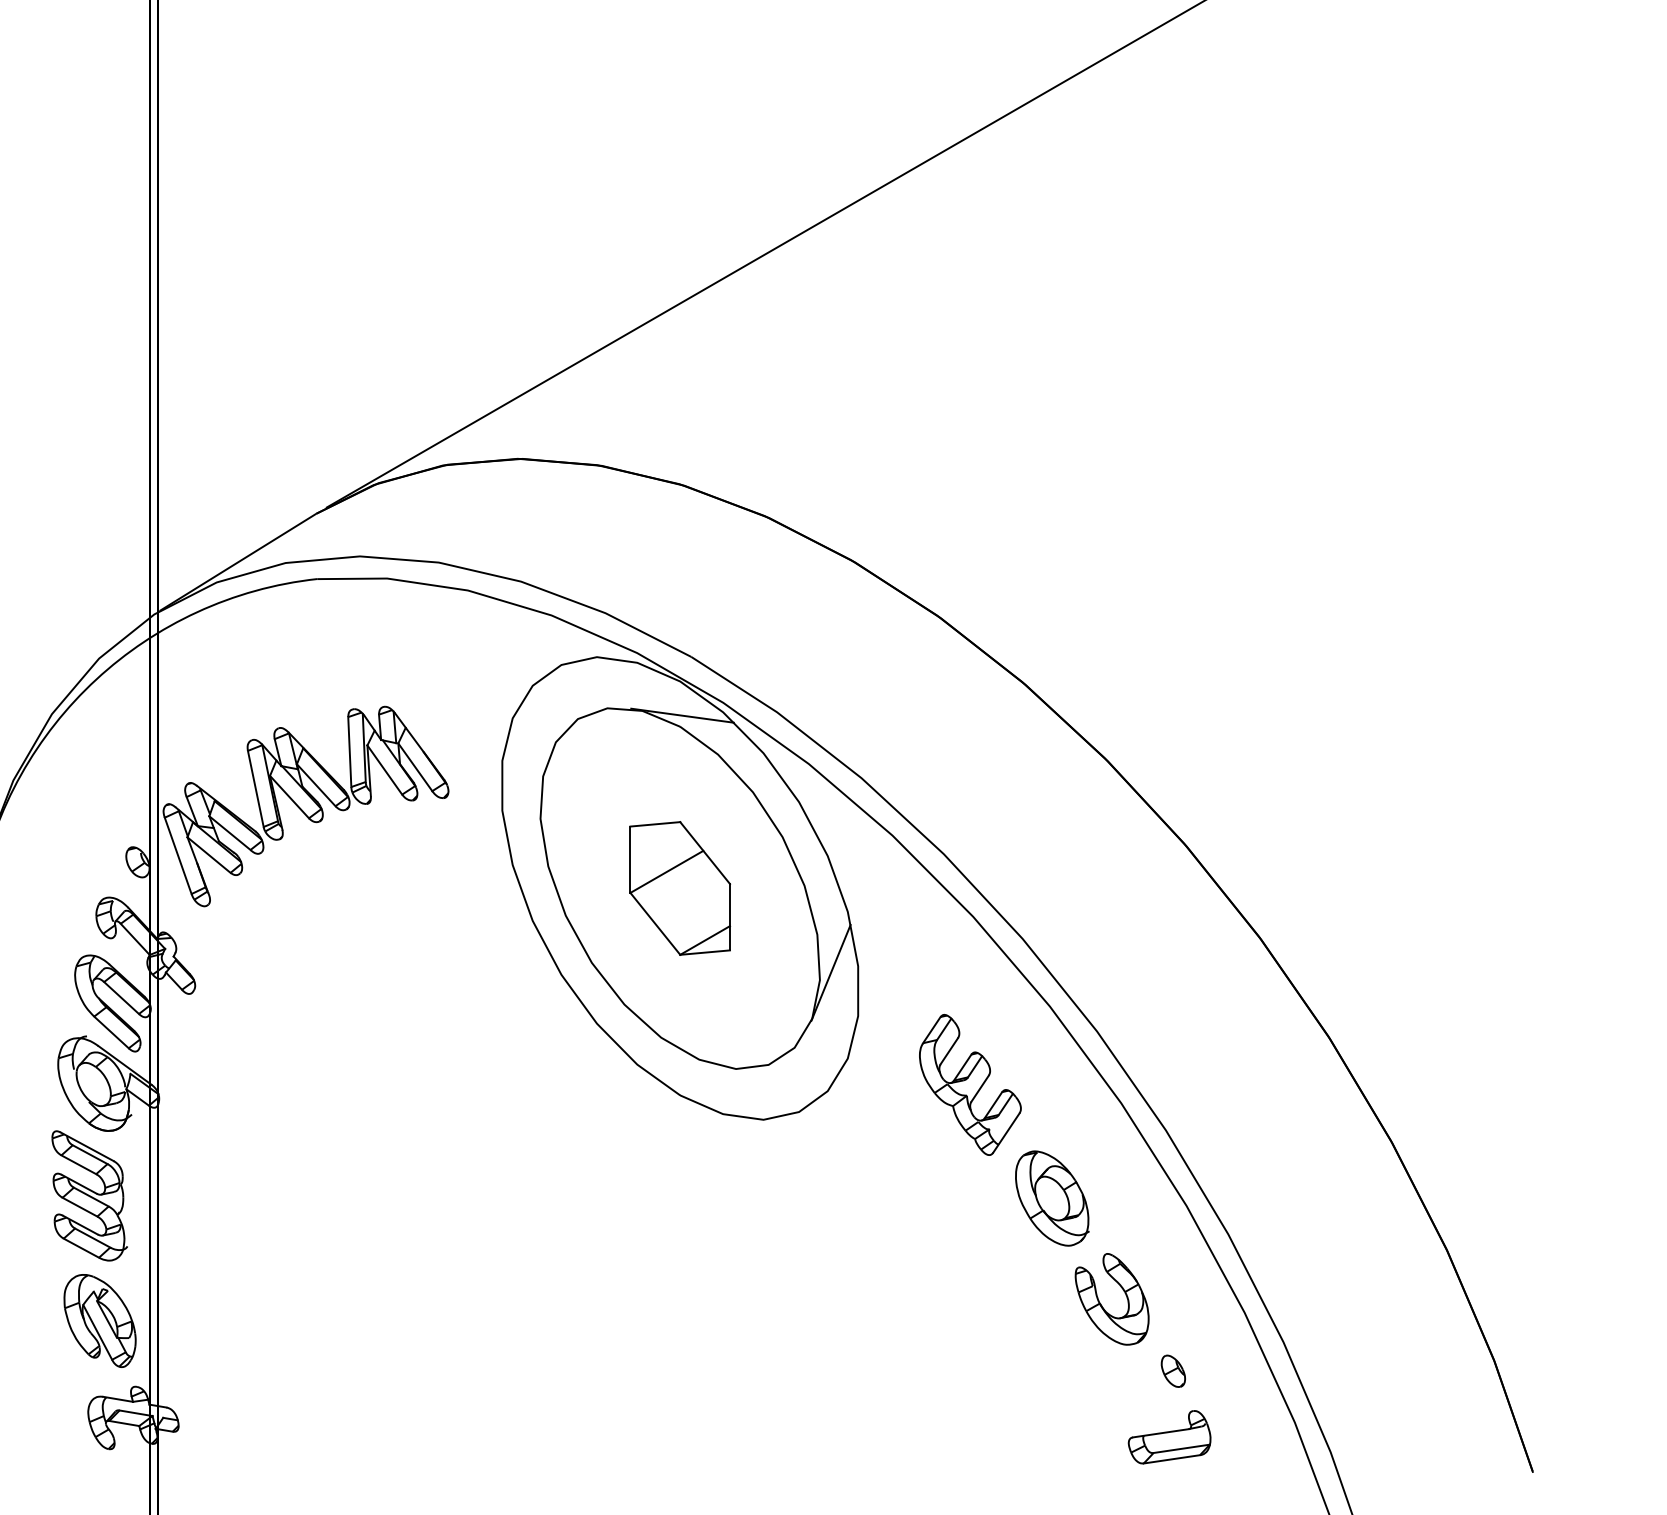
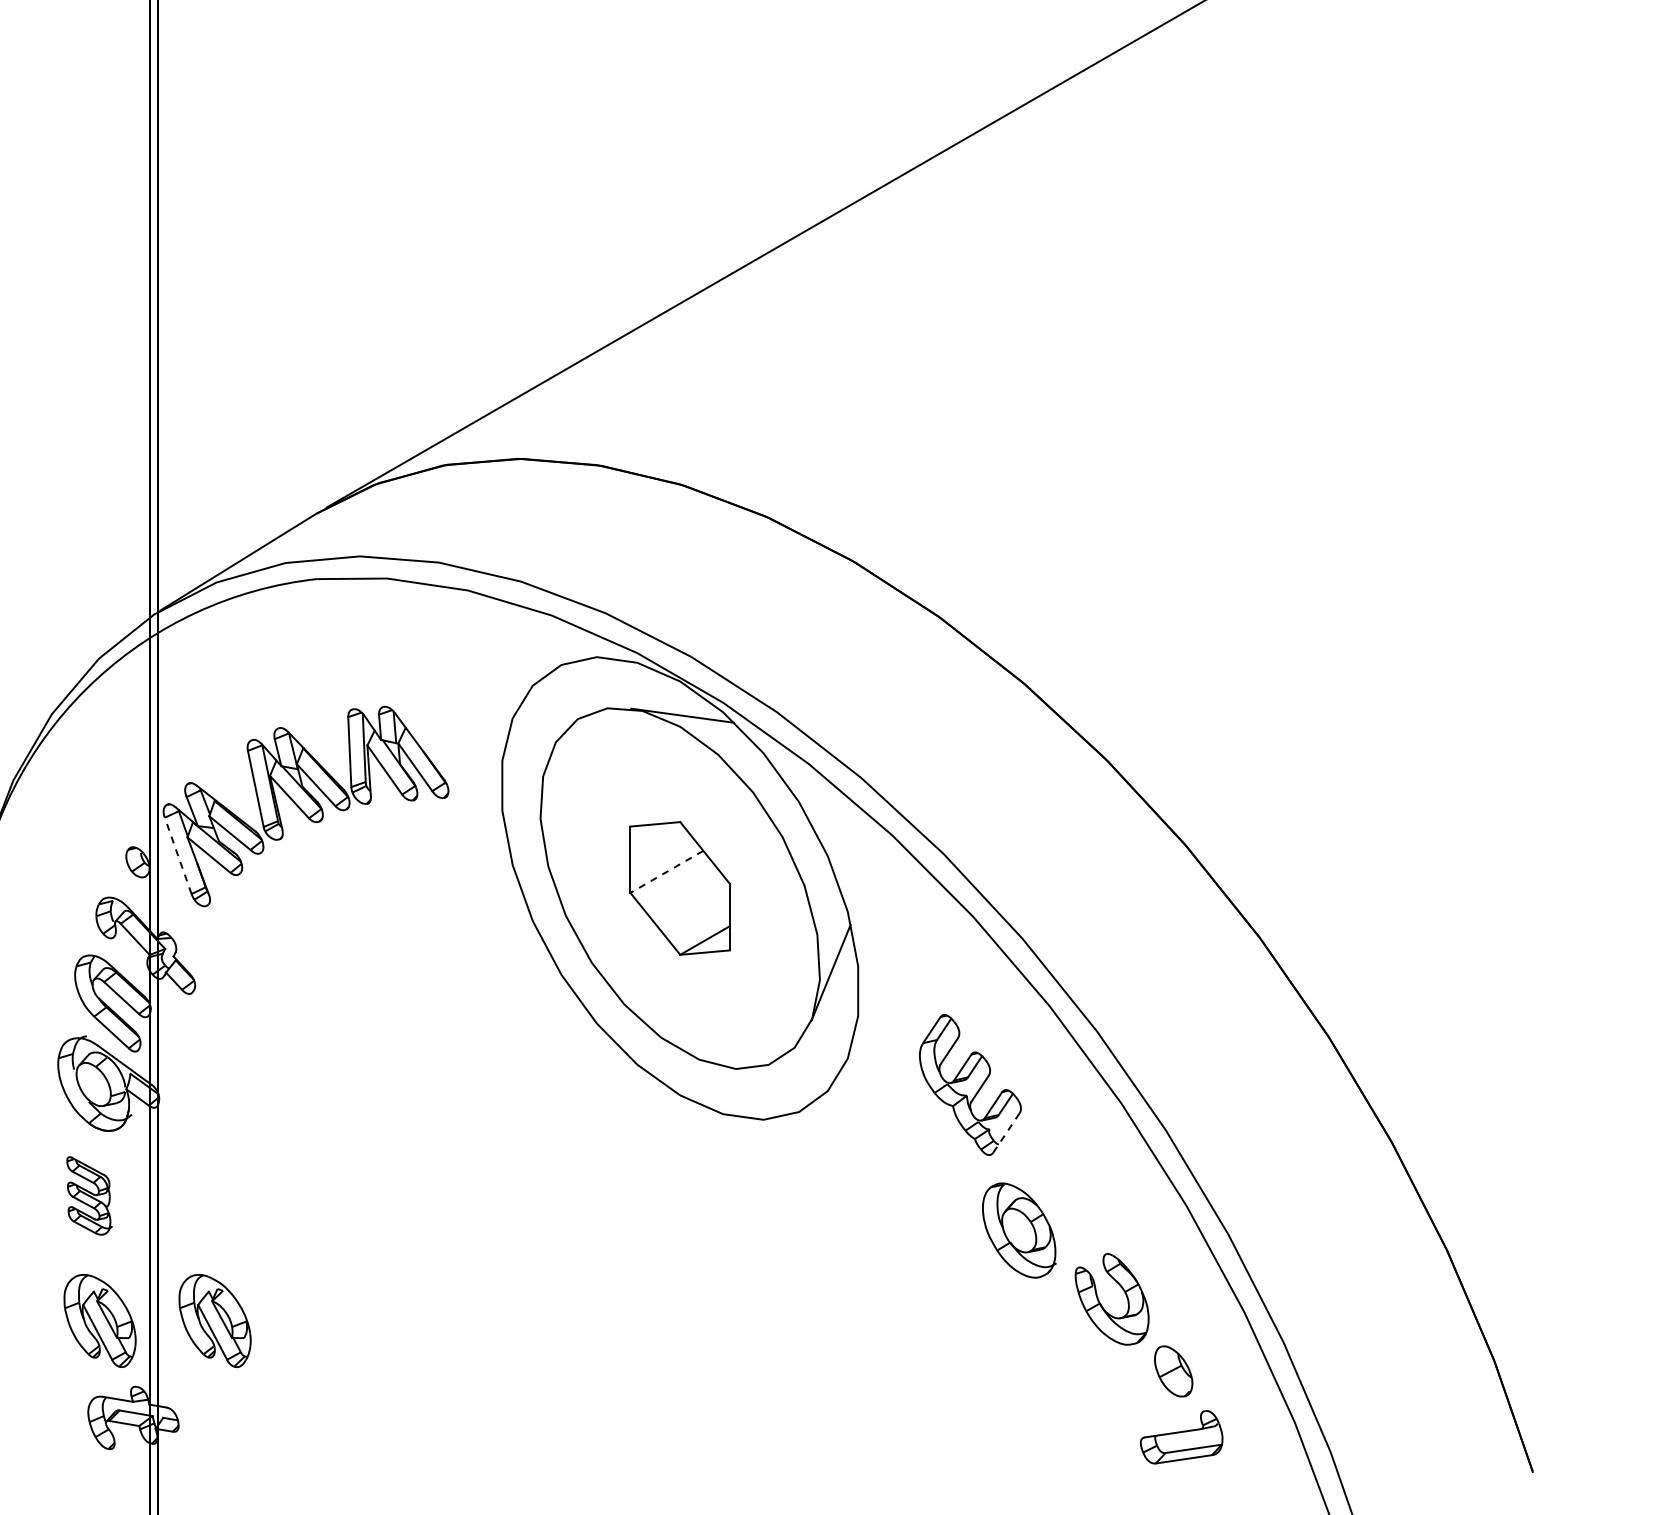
line at (178, 855): solid -> dashed
line at (666, 872): solid -> dashed
line at (1006, 1133): solid -> dashed
part at (89, 1195) size: 77x132 px -> 47x80 px
part at (1052, 1198) position: (1052, 1198) -> (1019, 1230)
part at (214, 1320): none -> present
part at (1172, 1370) size: 26x34 px -> 40x53 px
part at (1169, 1437) position: (1169, 1437) -> (1181, 1437)
